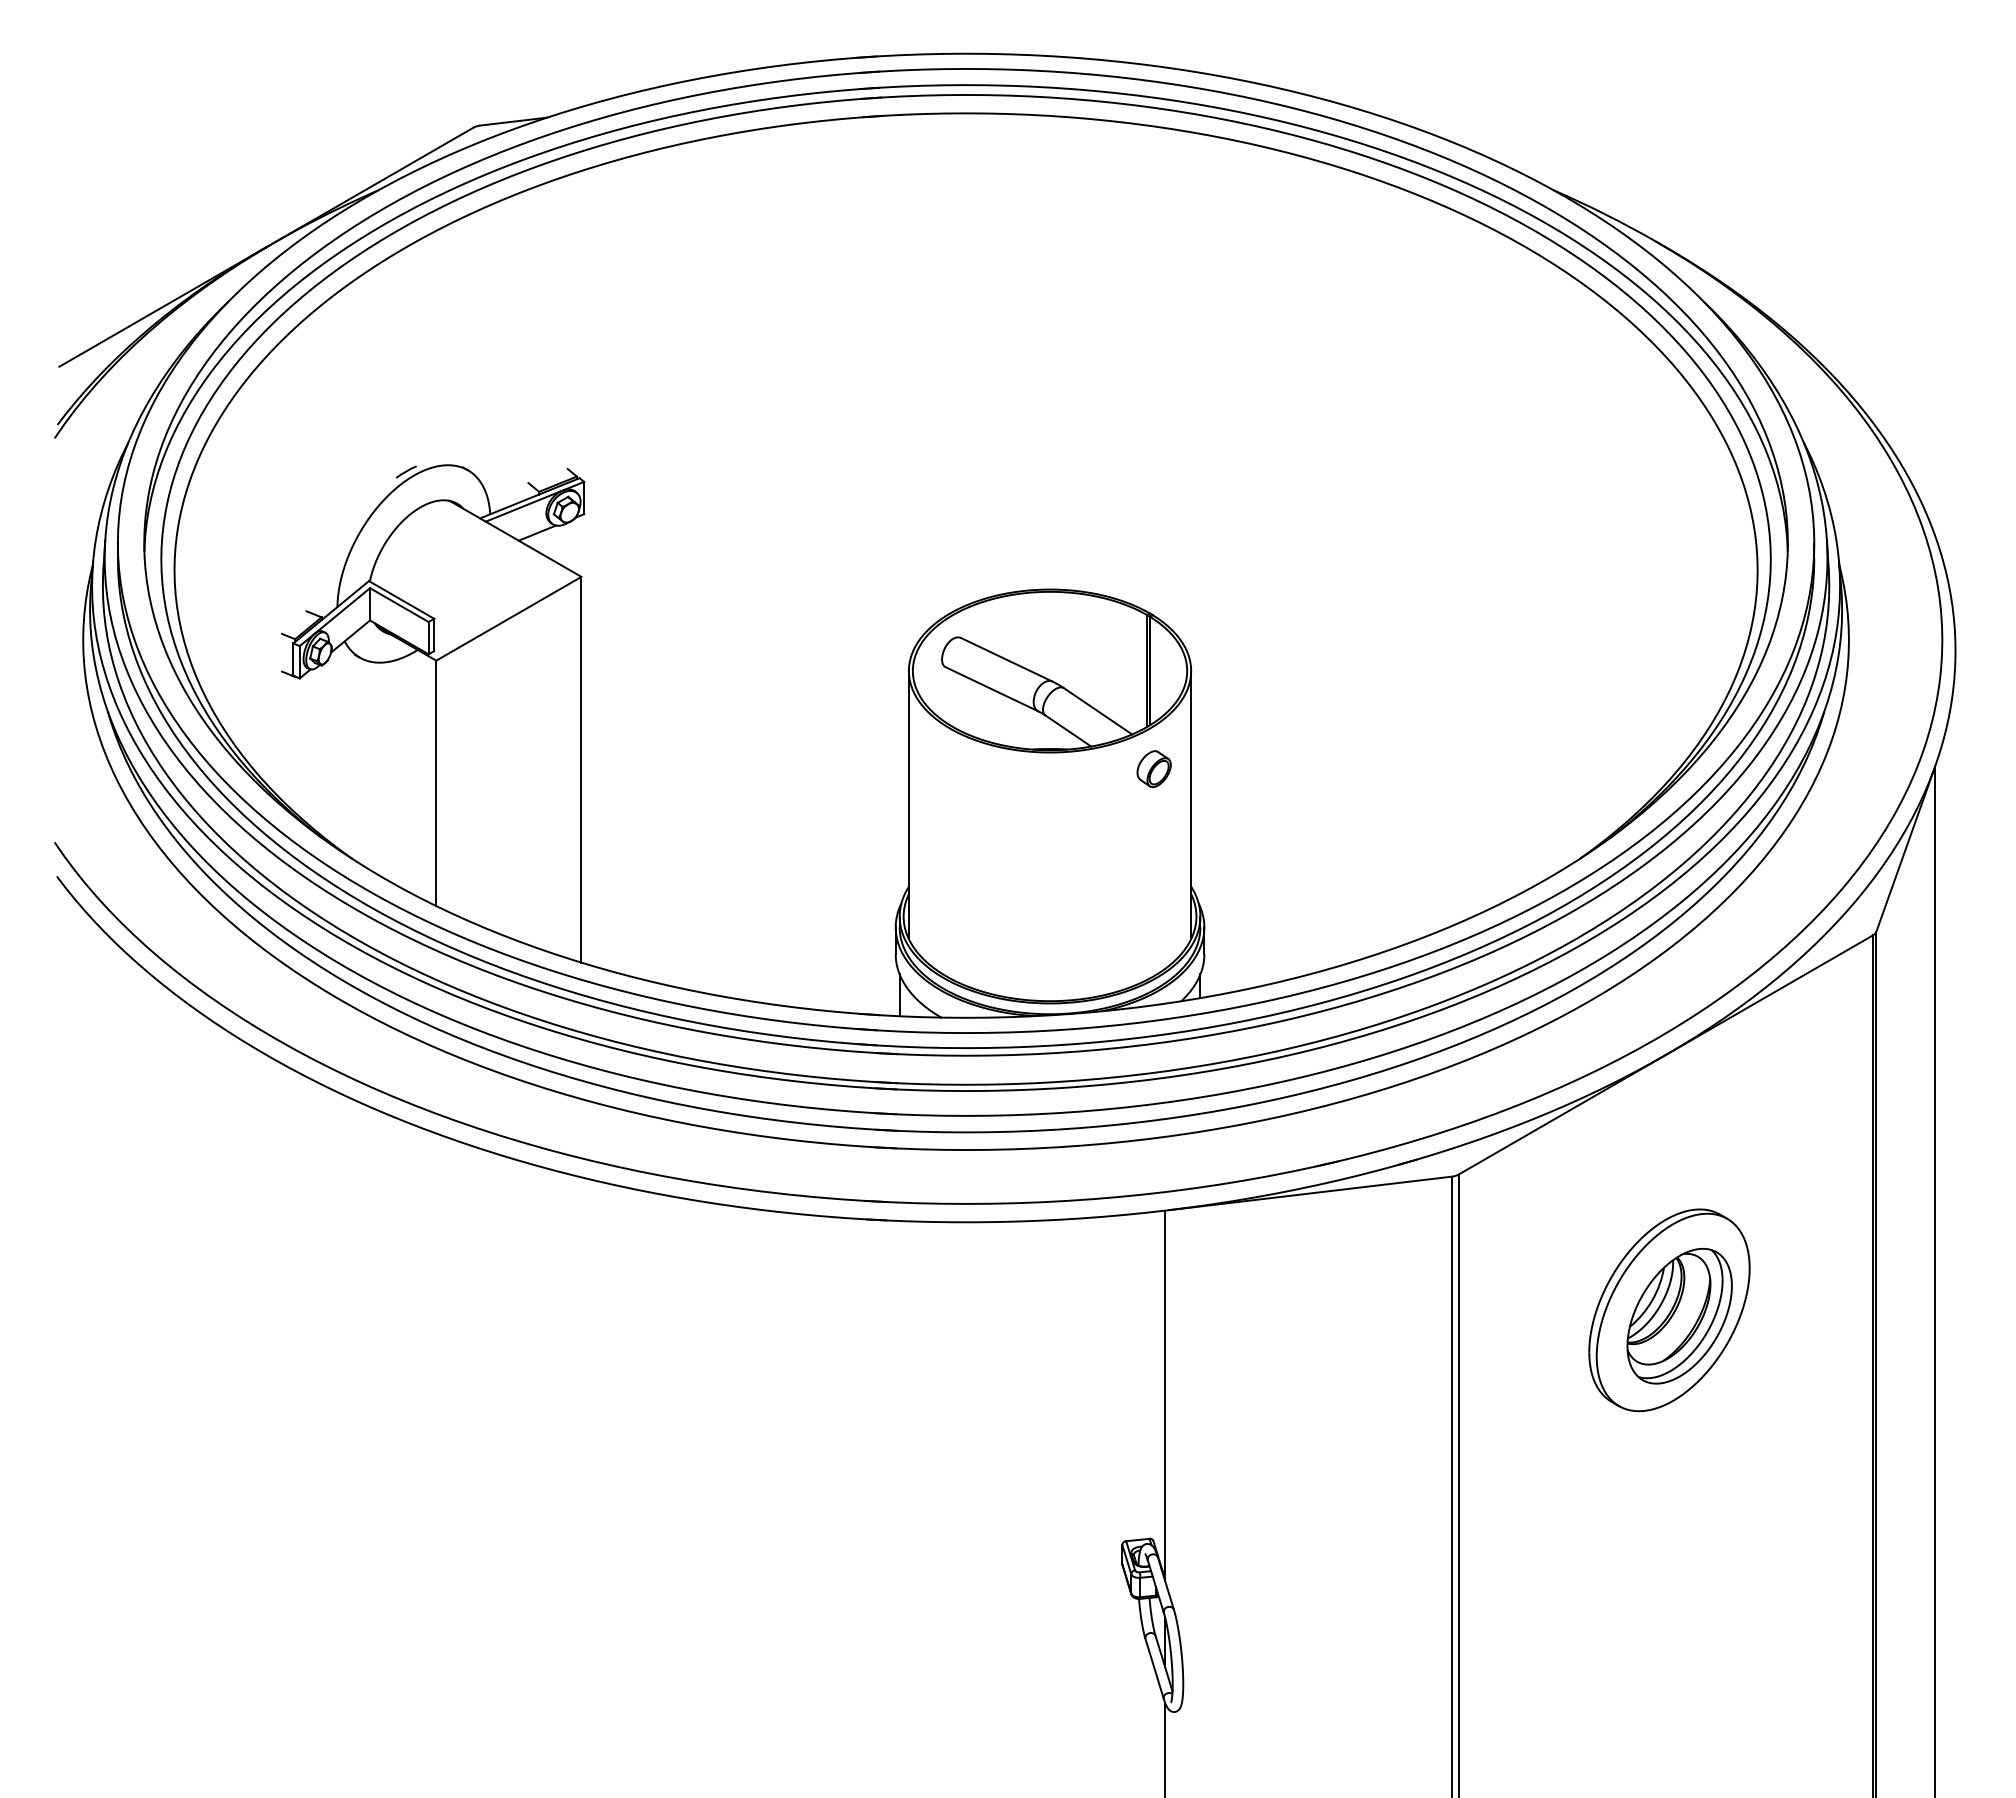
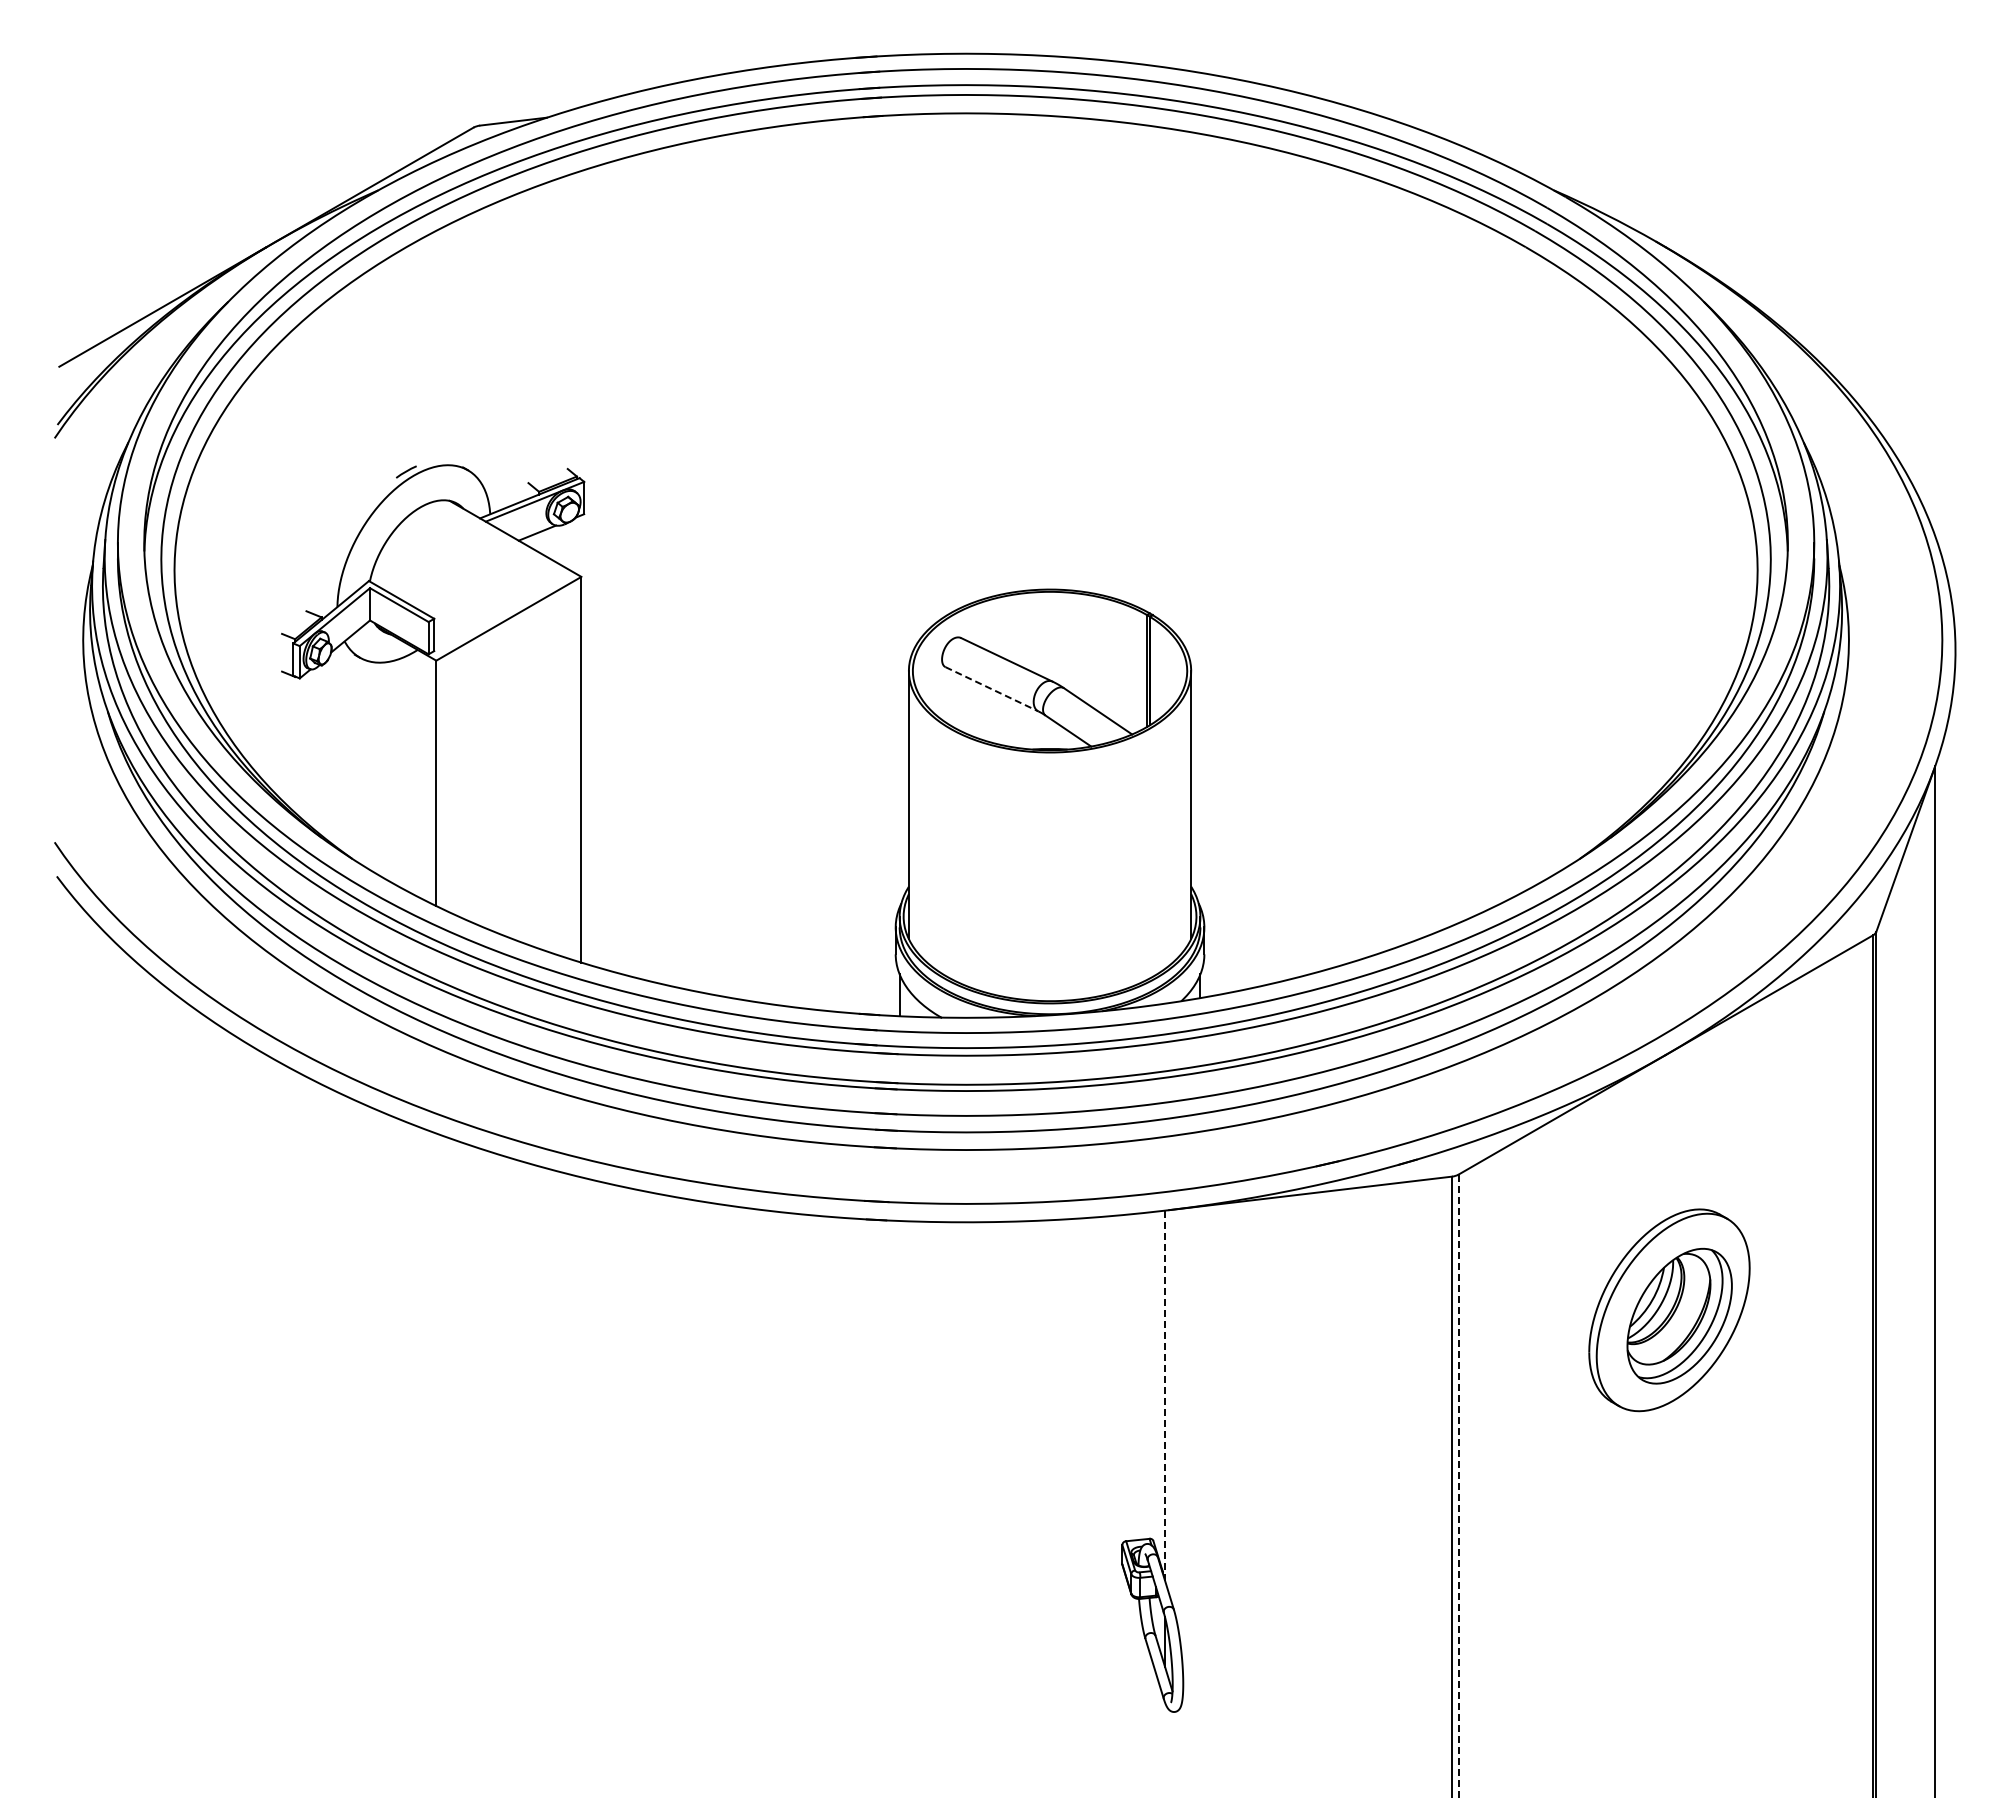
line at (992, 689): solid -> dashed
part at (1153, 768): present -> none
line at (1165, 1396): solid -> dashed
line at (1458, 1486): solid -> dashed
line at (1165, 1748): present -> none
